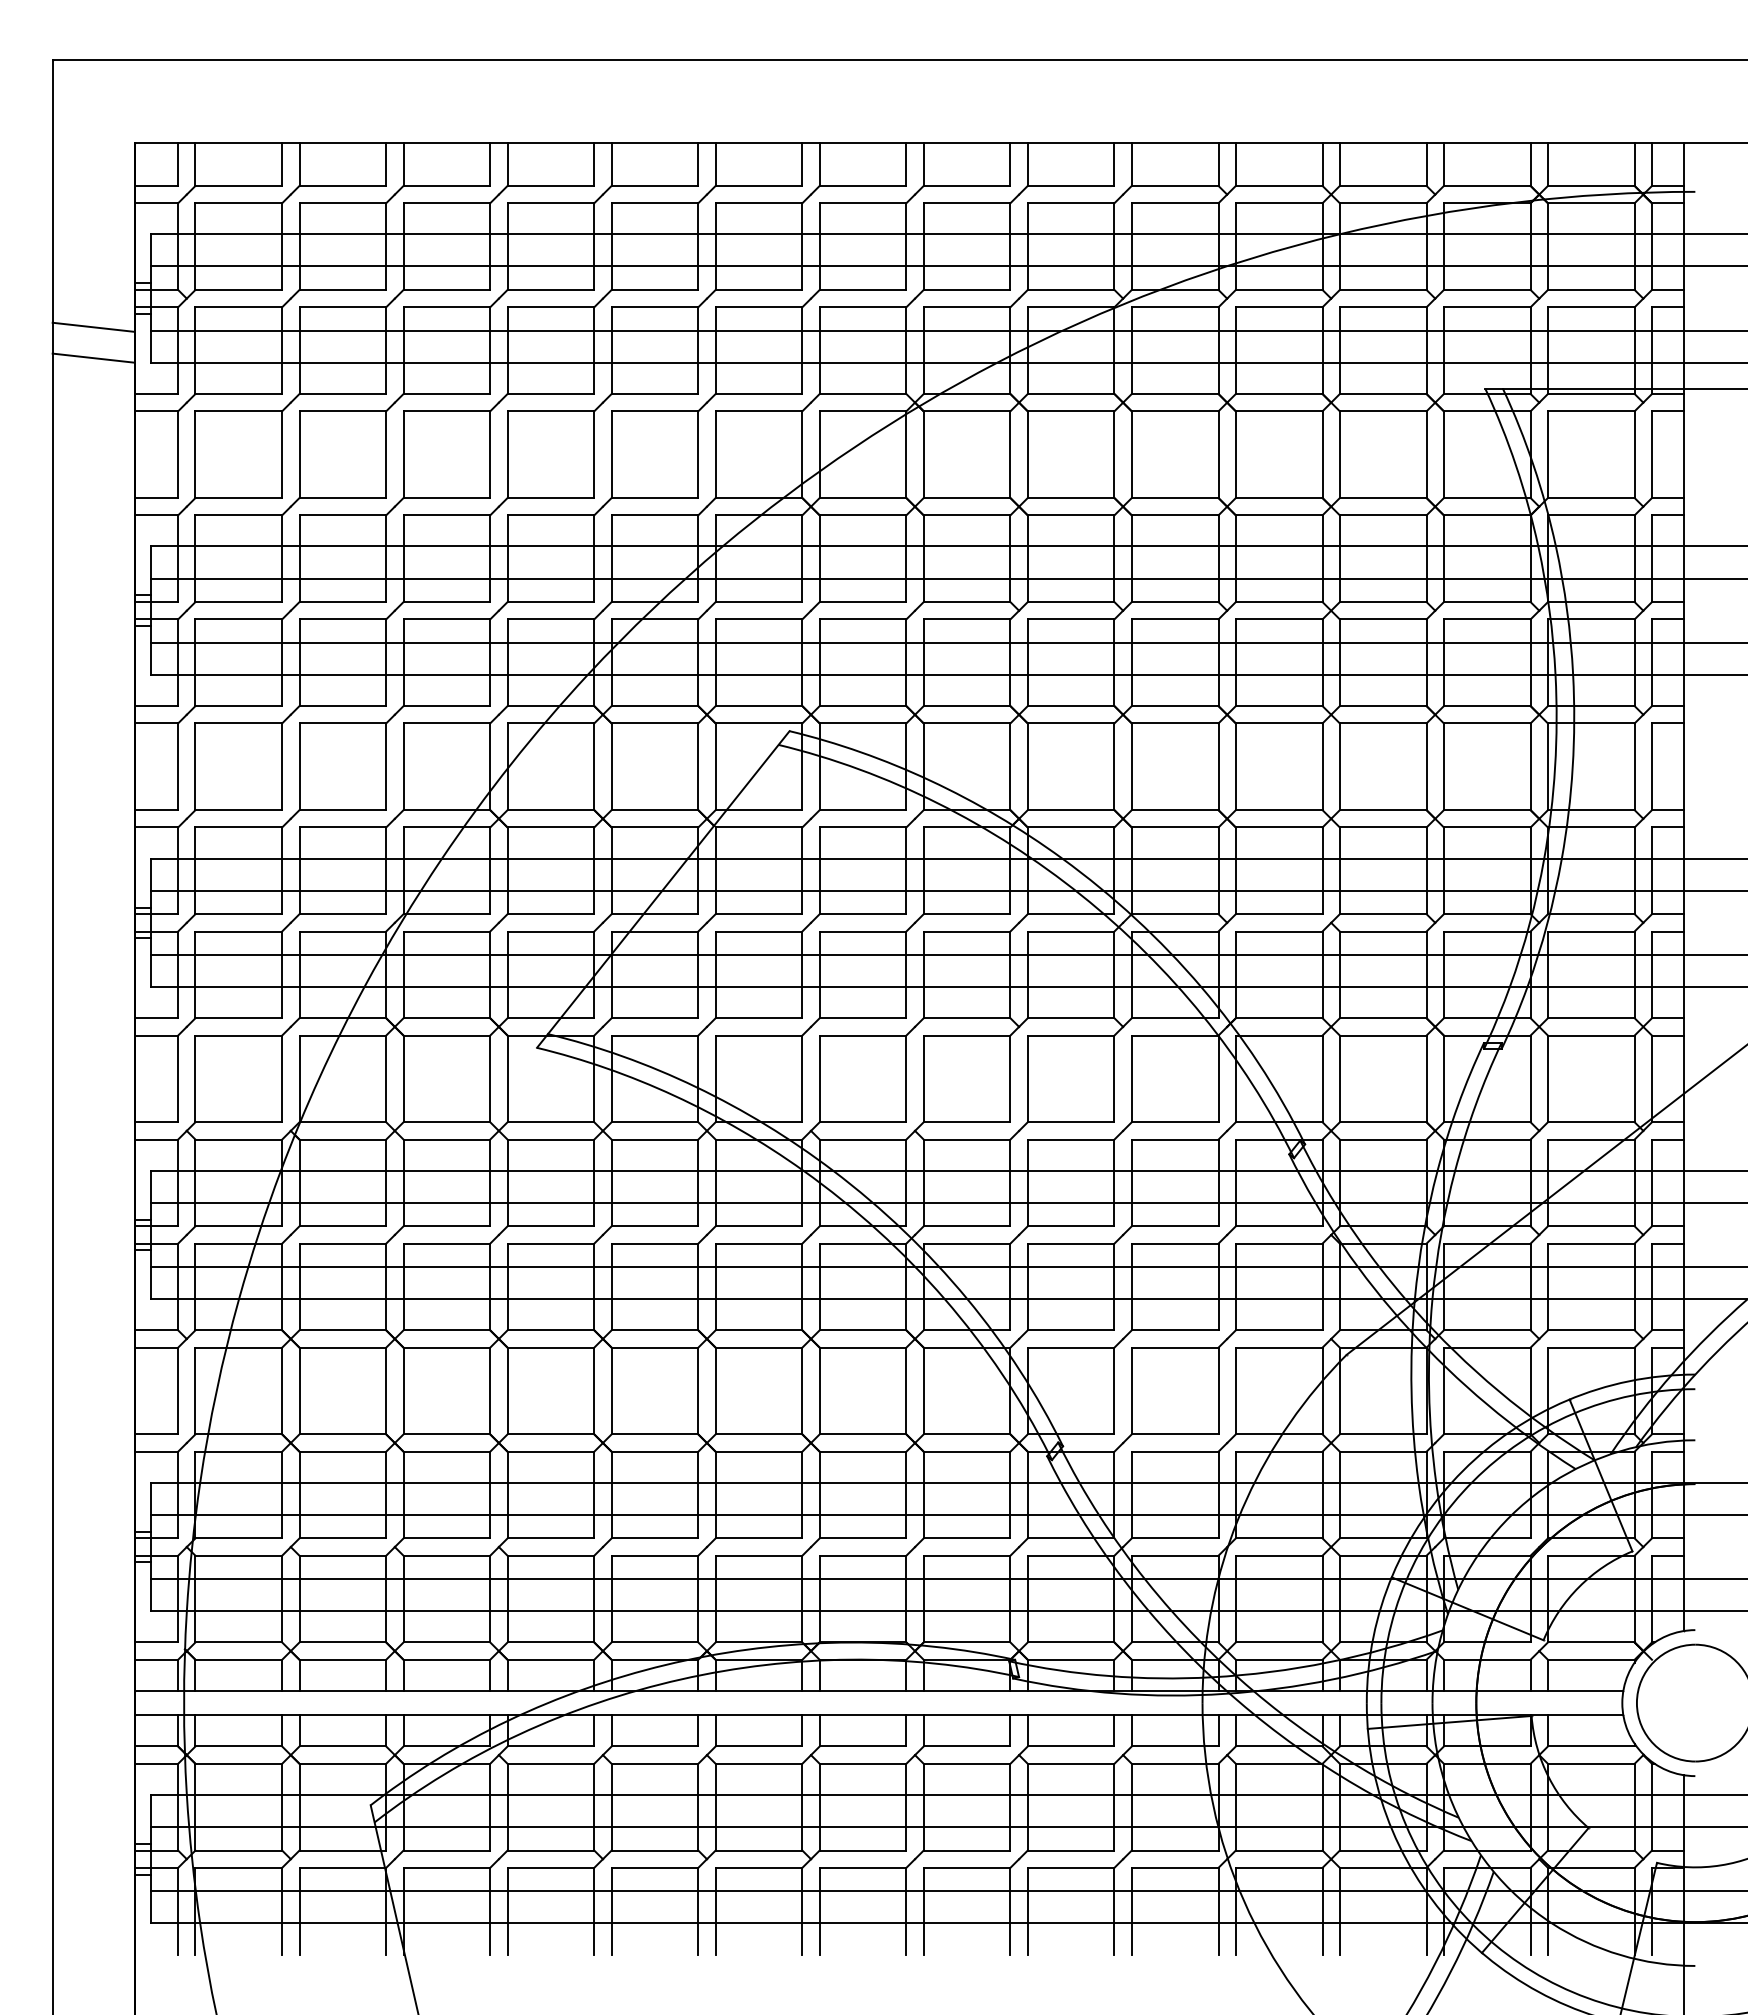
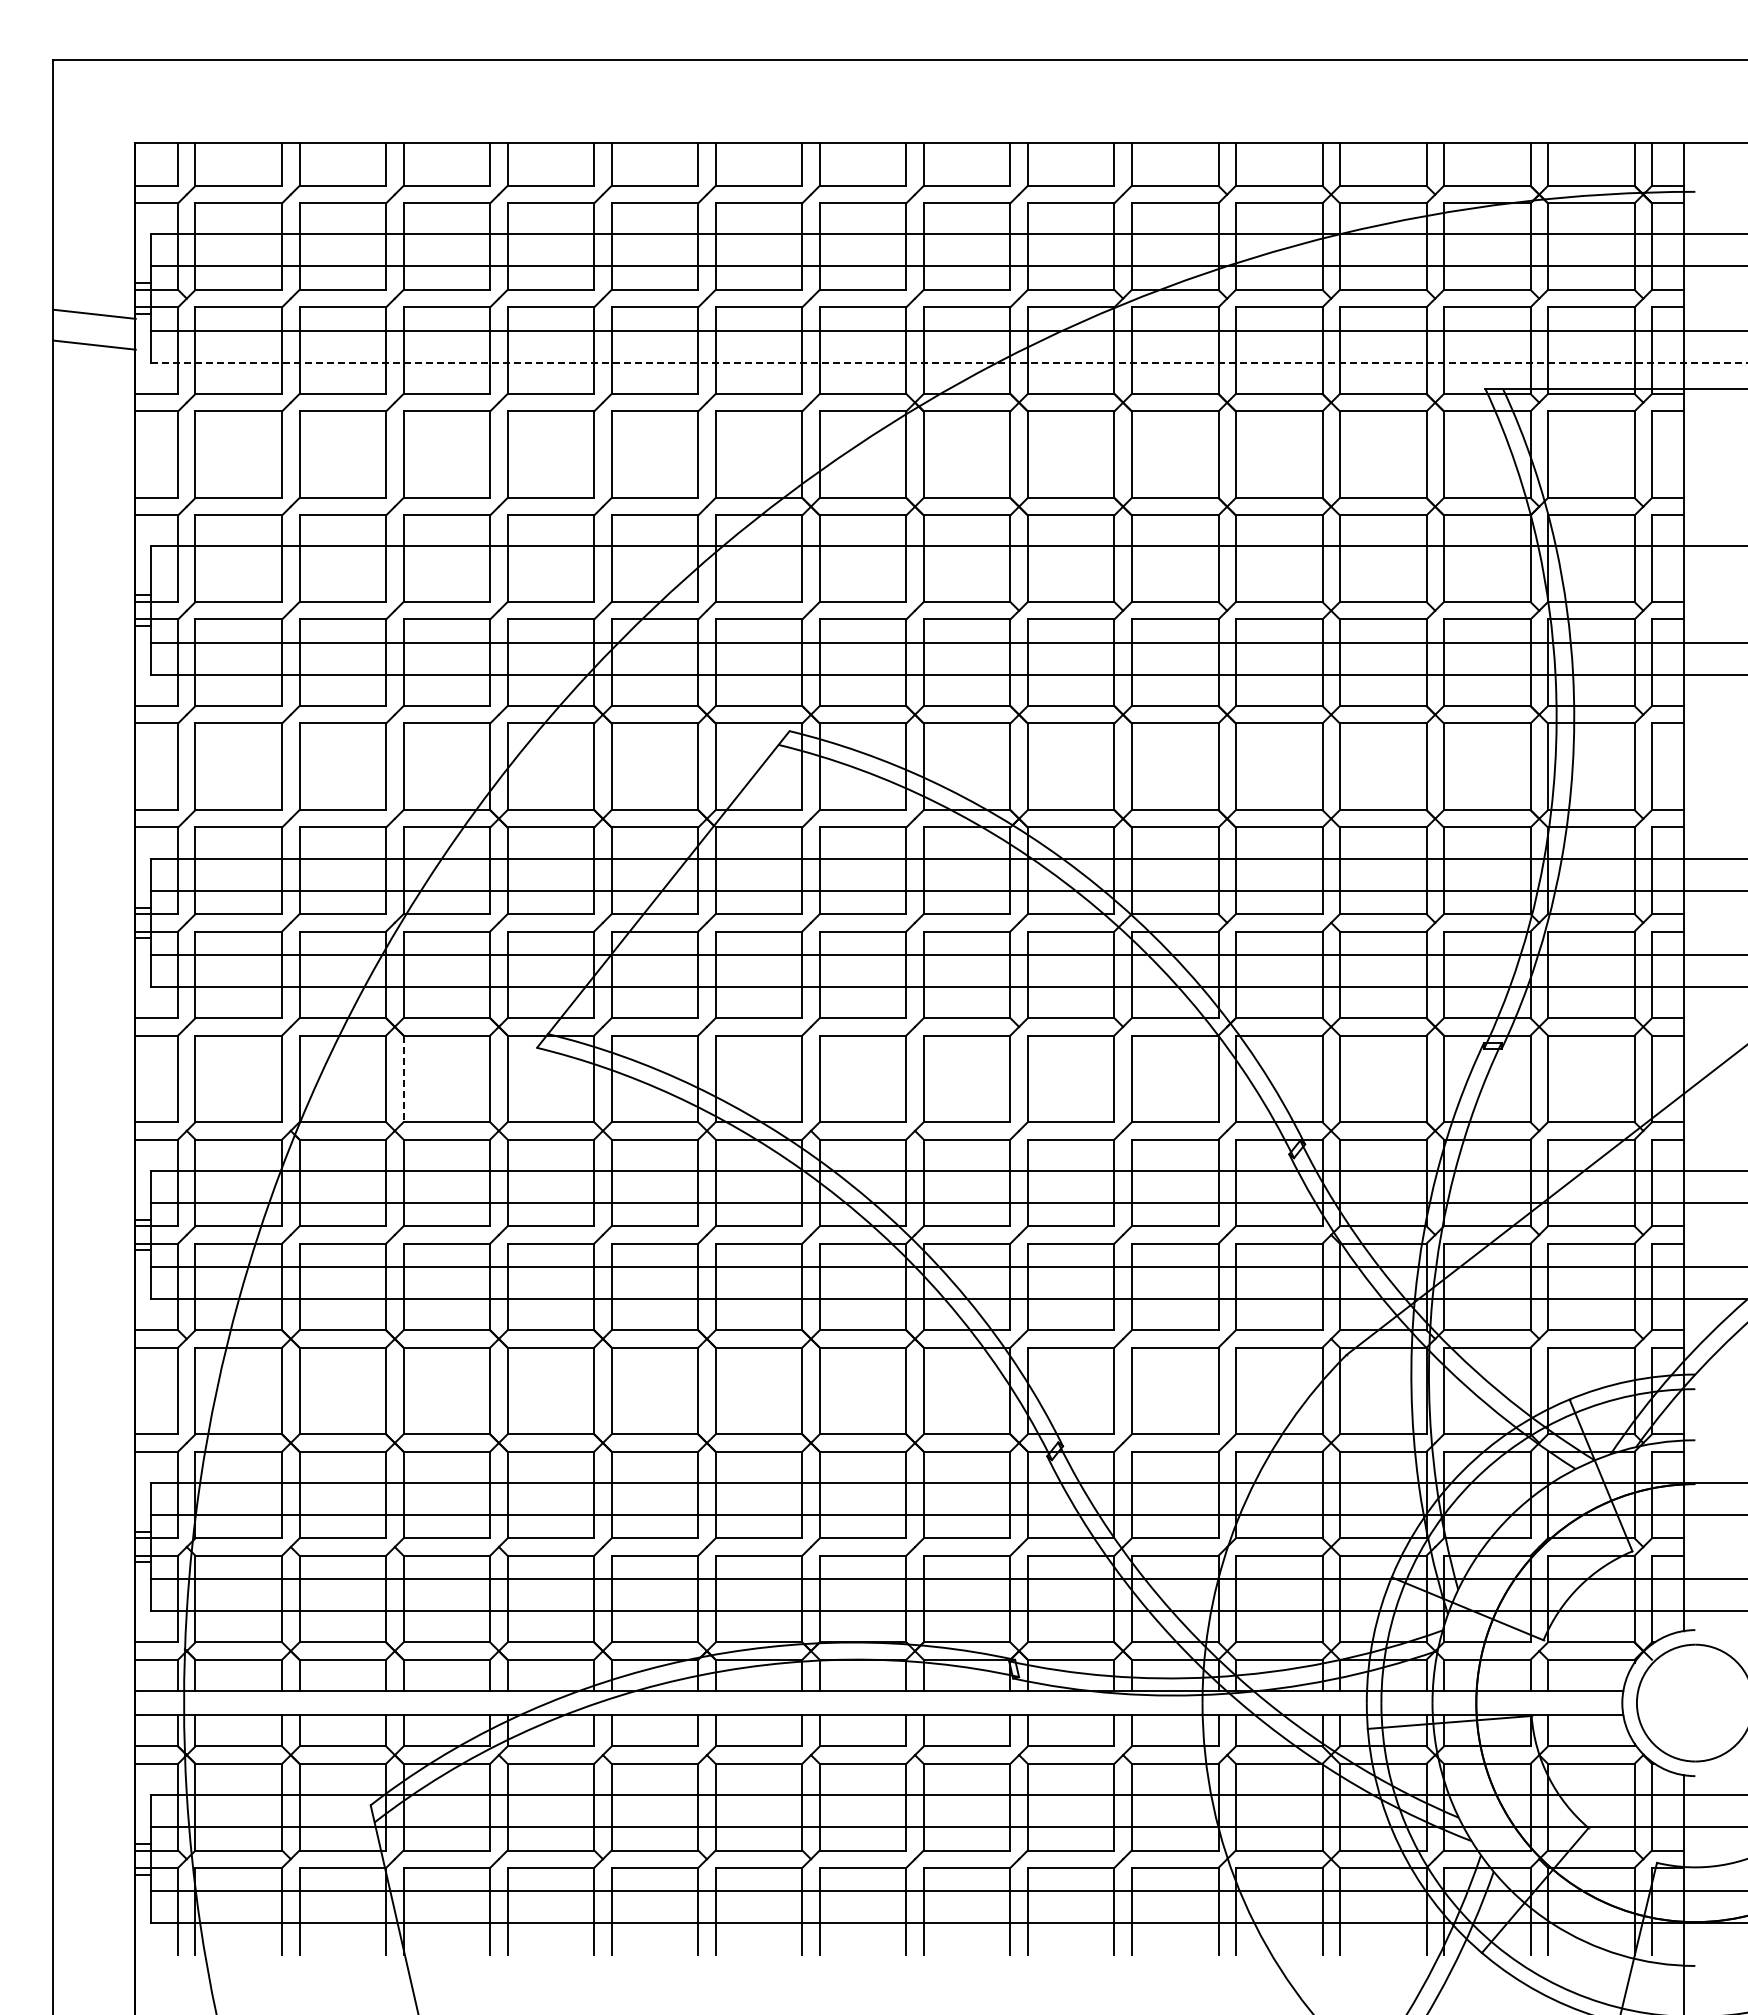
line at (93, 326) position: (93, 326) -> (94, 313)
line at (93, 357) position: (93, 357) -> (94, 344)
line at (950, 362): solid -> dashed
line at (947, 578): present -> none
line at (403, 1079): solid -> dashed
